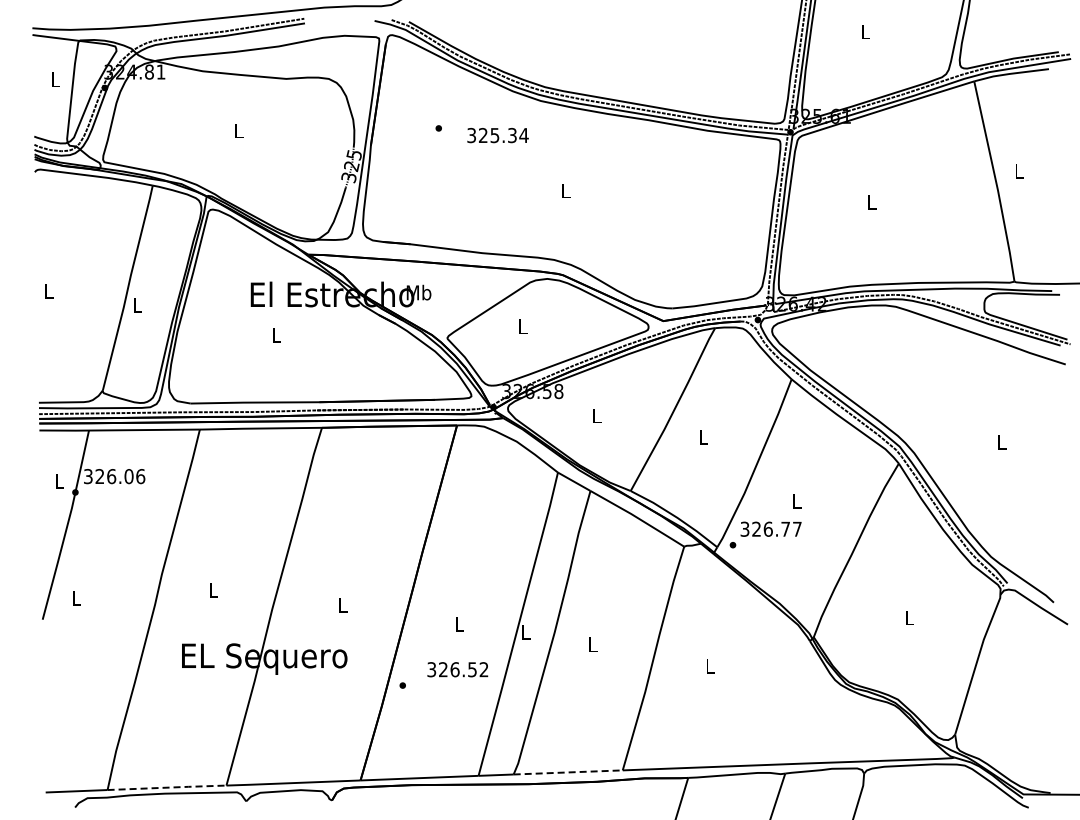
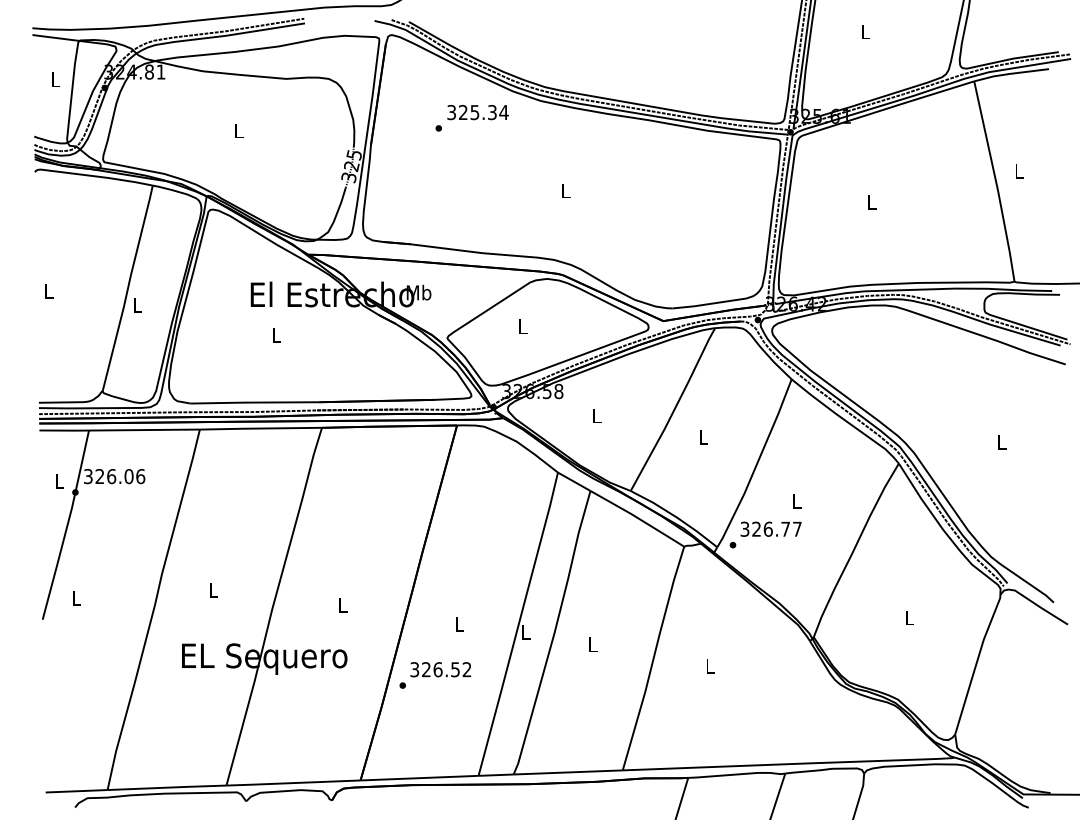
text at (497, 135) position: (497, 135) -> (477, 112)
text at (457, 669) position: (457, 669) -> (440, 669)
line at (568, 772): dashed -> solid
line at (168, 787): dashed -> solid
